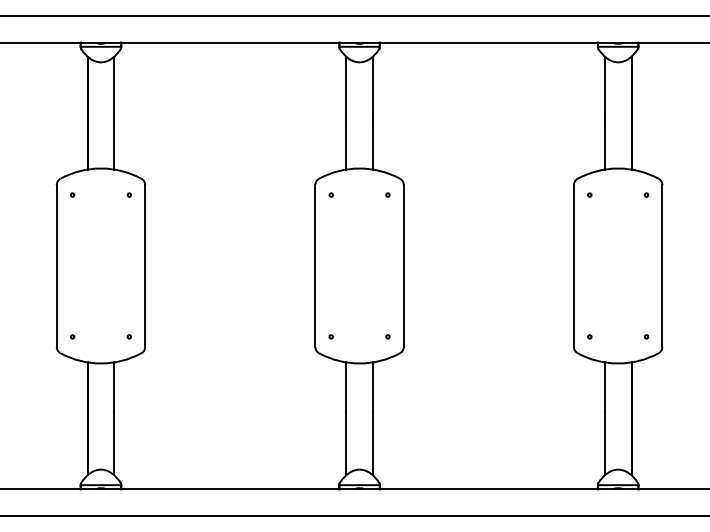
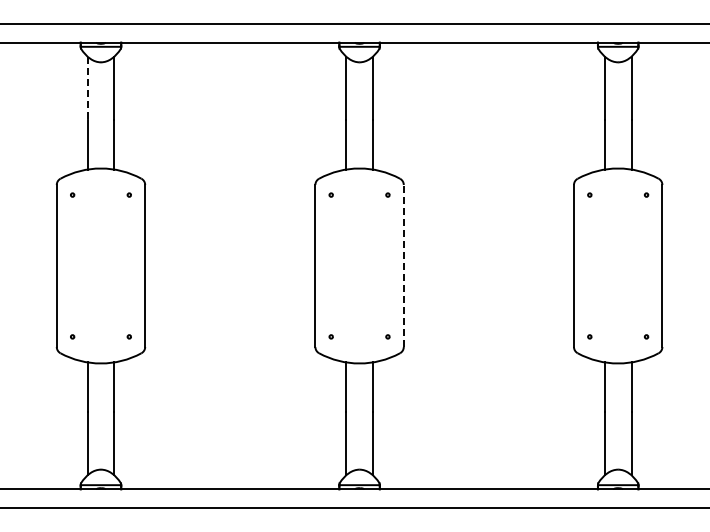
line at (354, 15) position: (354, 15) -> (354, 23)
line at (87, 88): solid -> dashed
line at (403, 265): solid -> dashed
line at (354, 516) position: (354, 516) -> (354, 508)
